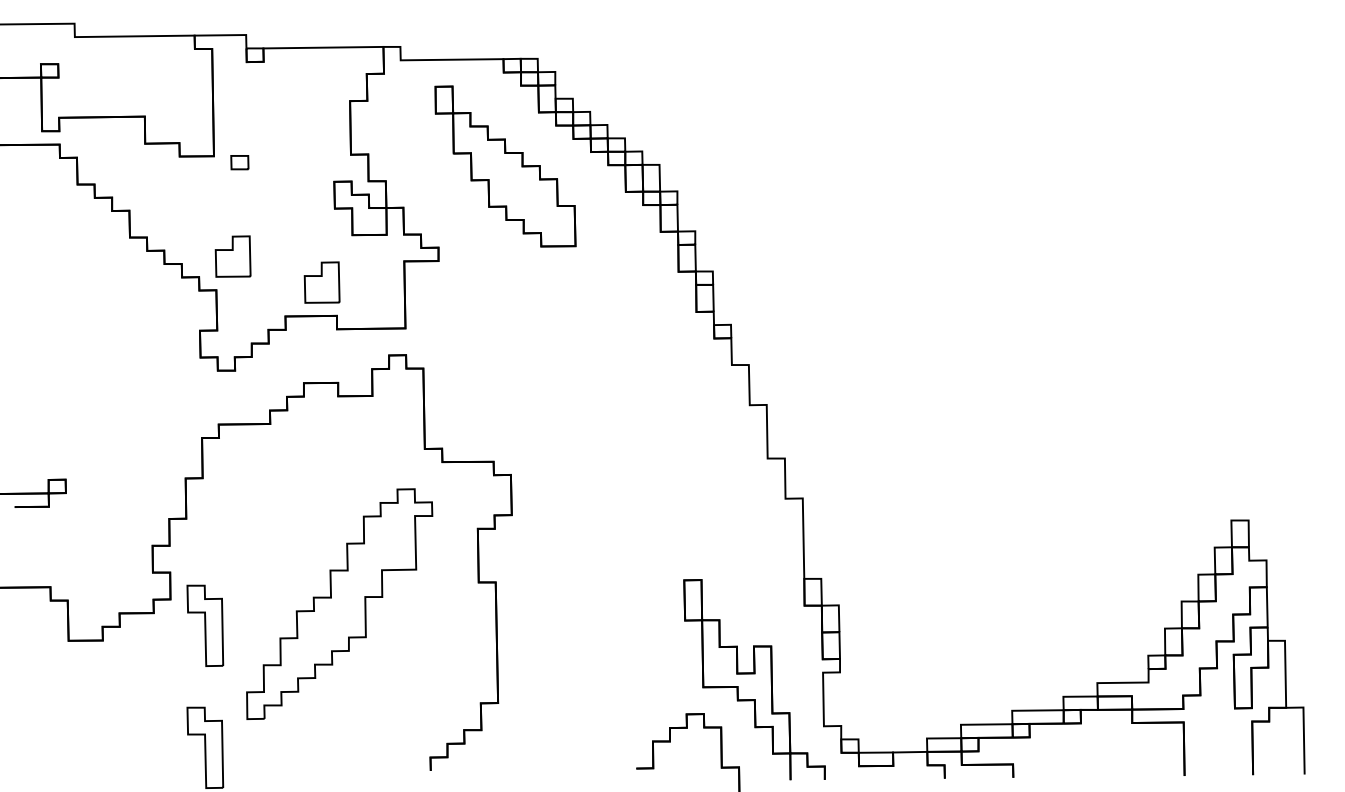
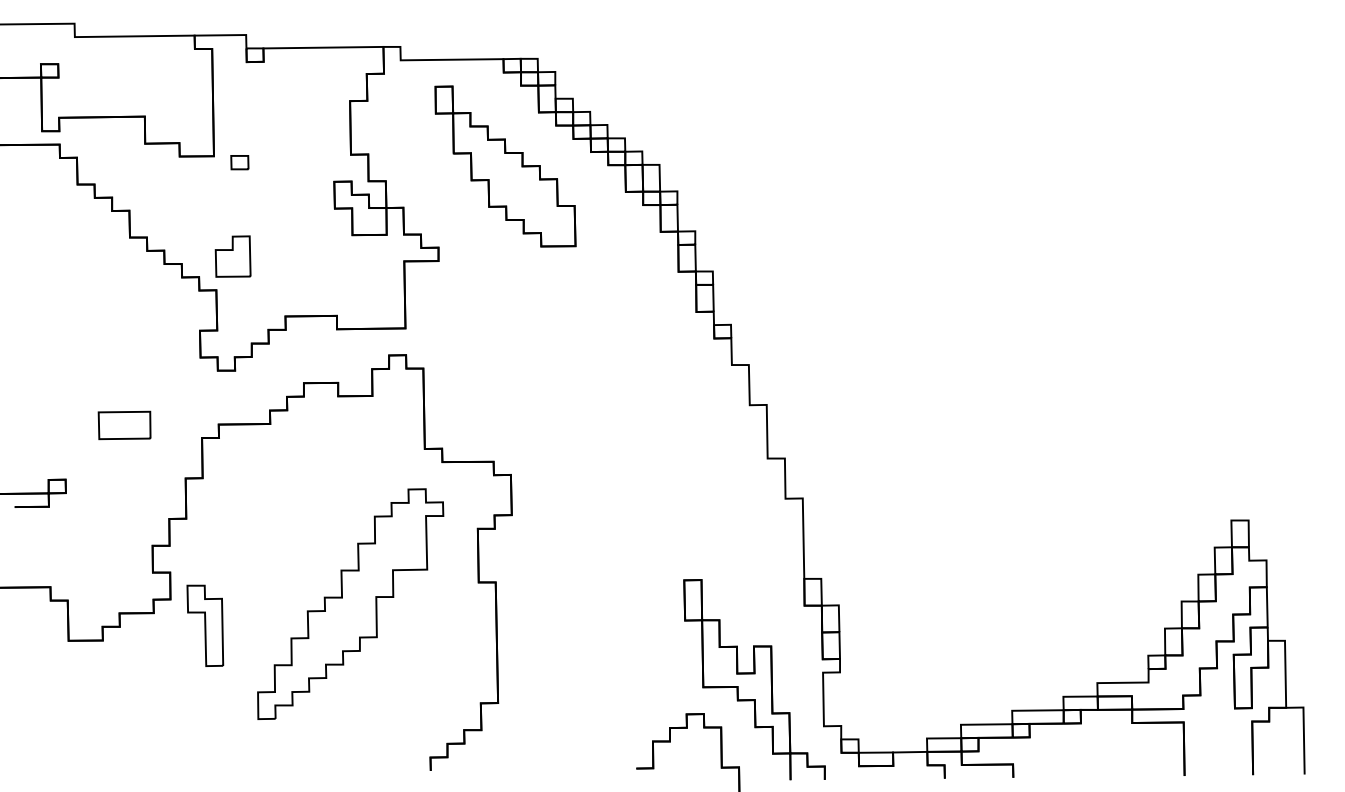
part at (321, 282): present -> none
part at (124, 425): none -> present
part at (339, 603) position: (339, 603) -> (350, 603)
part at (205, 747): present -> none
